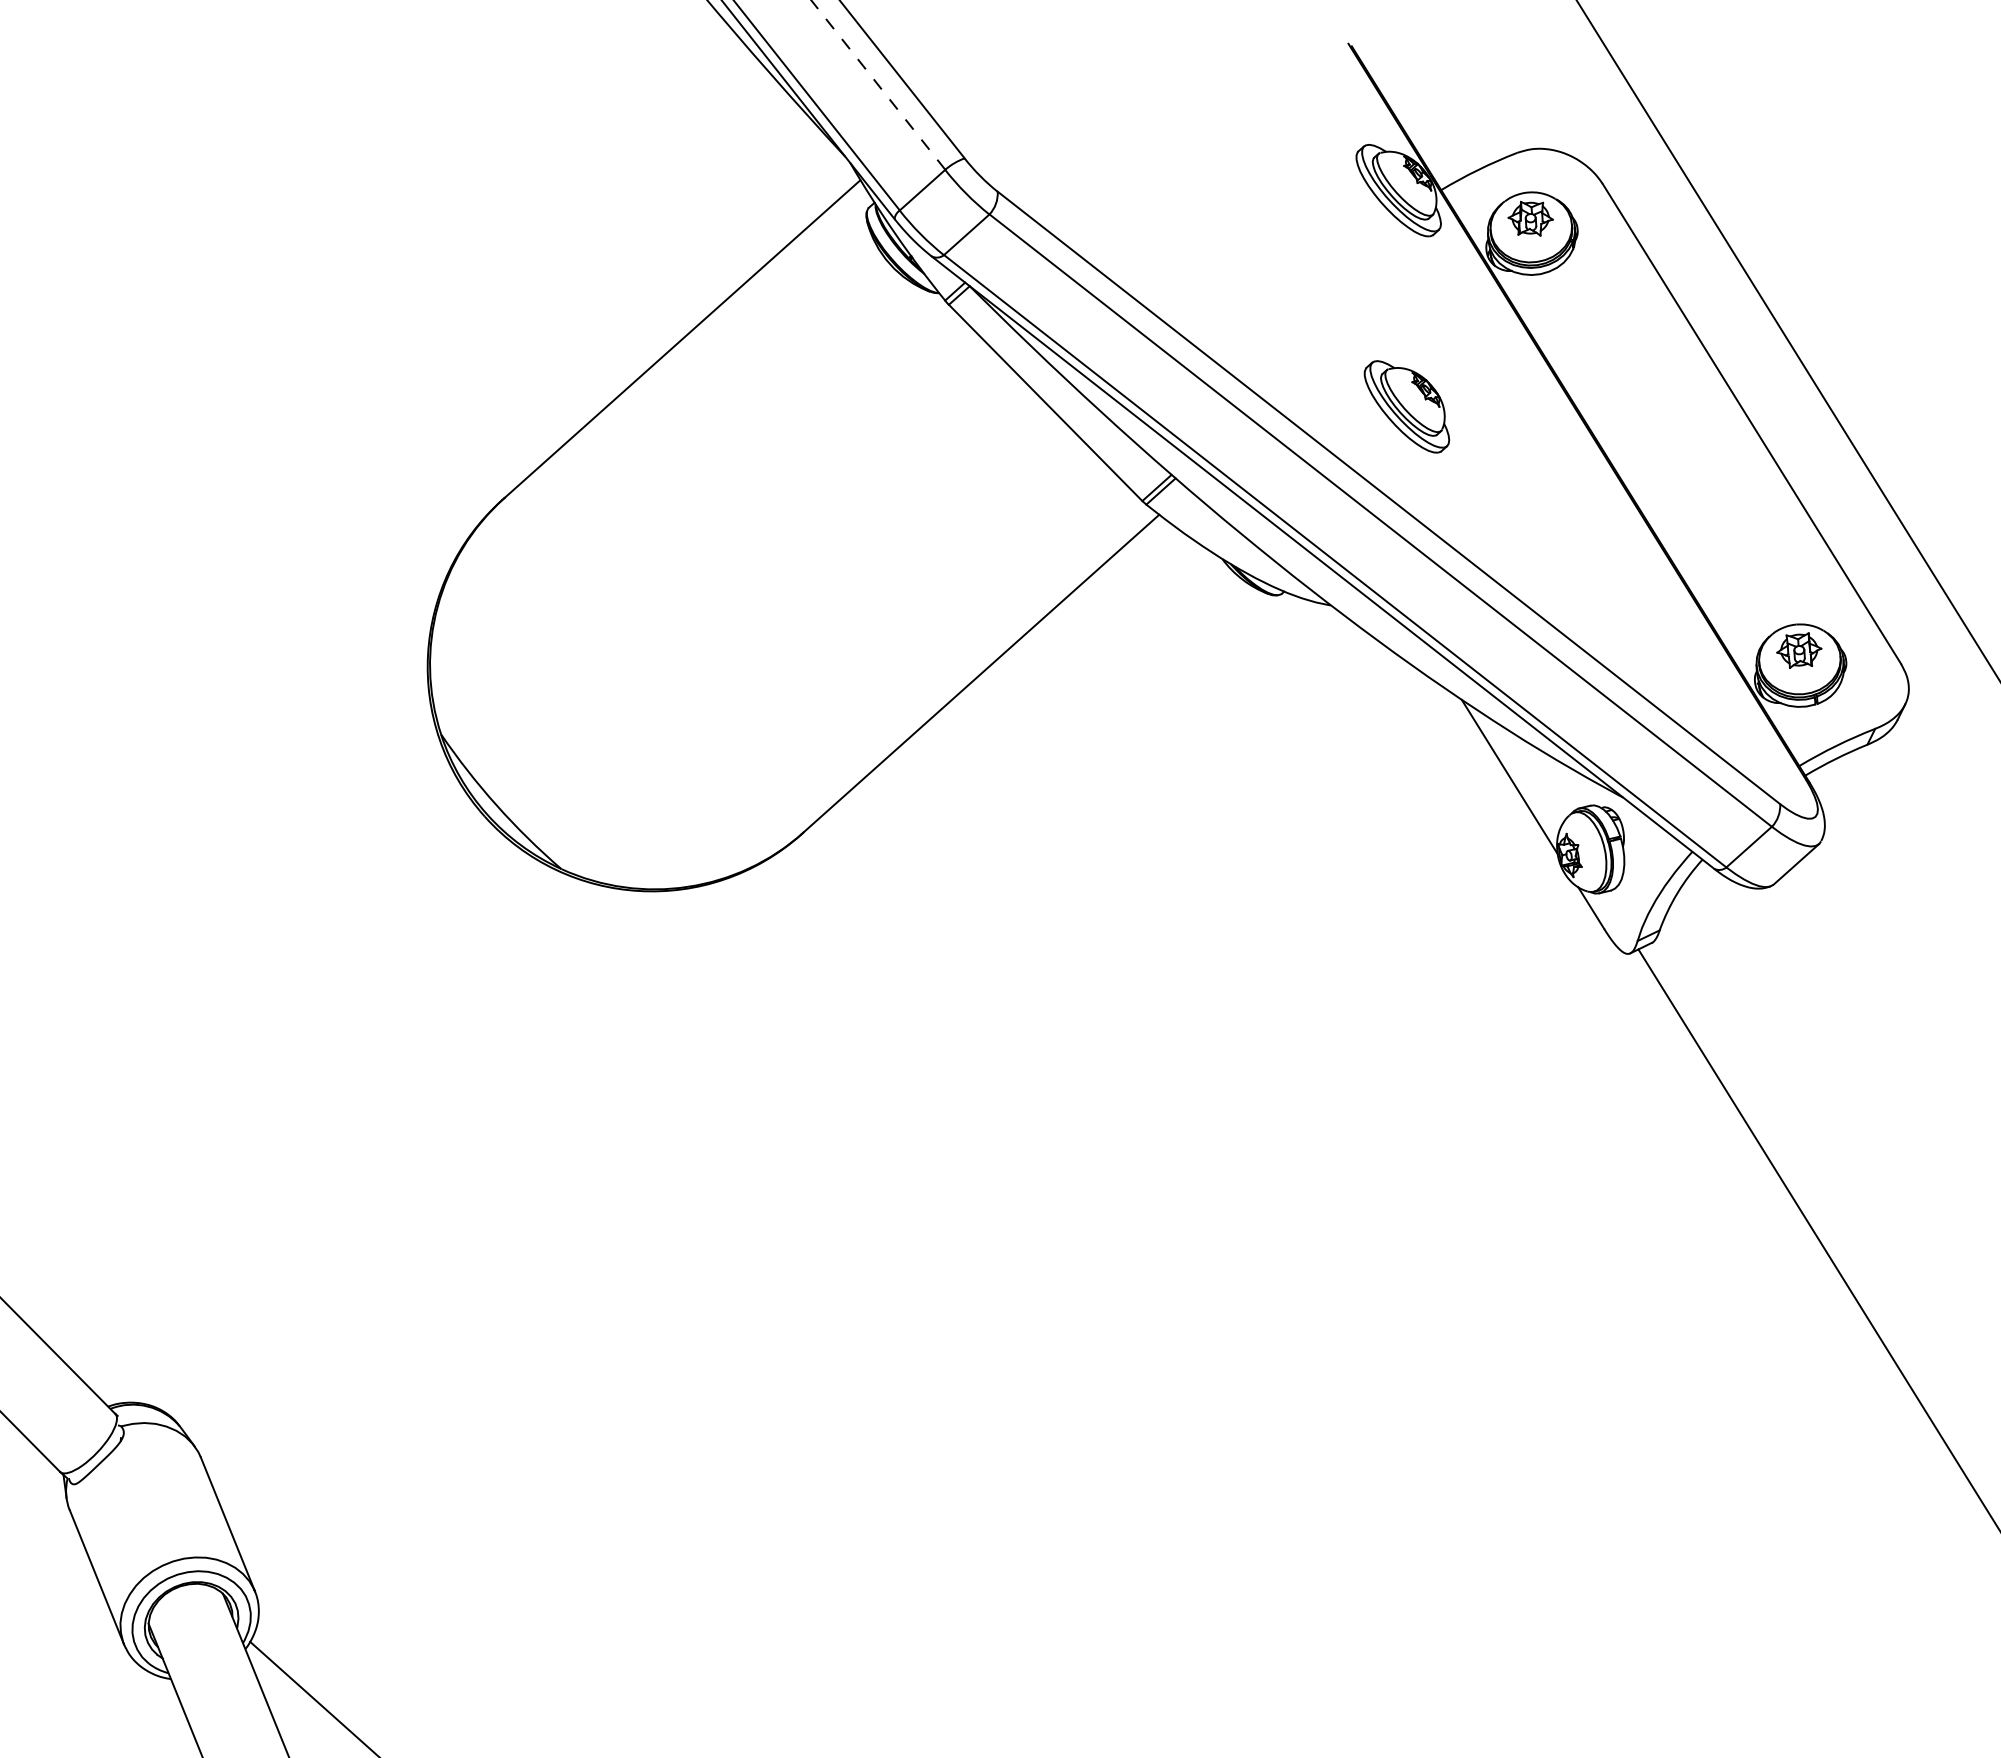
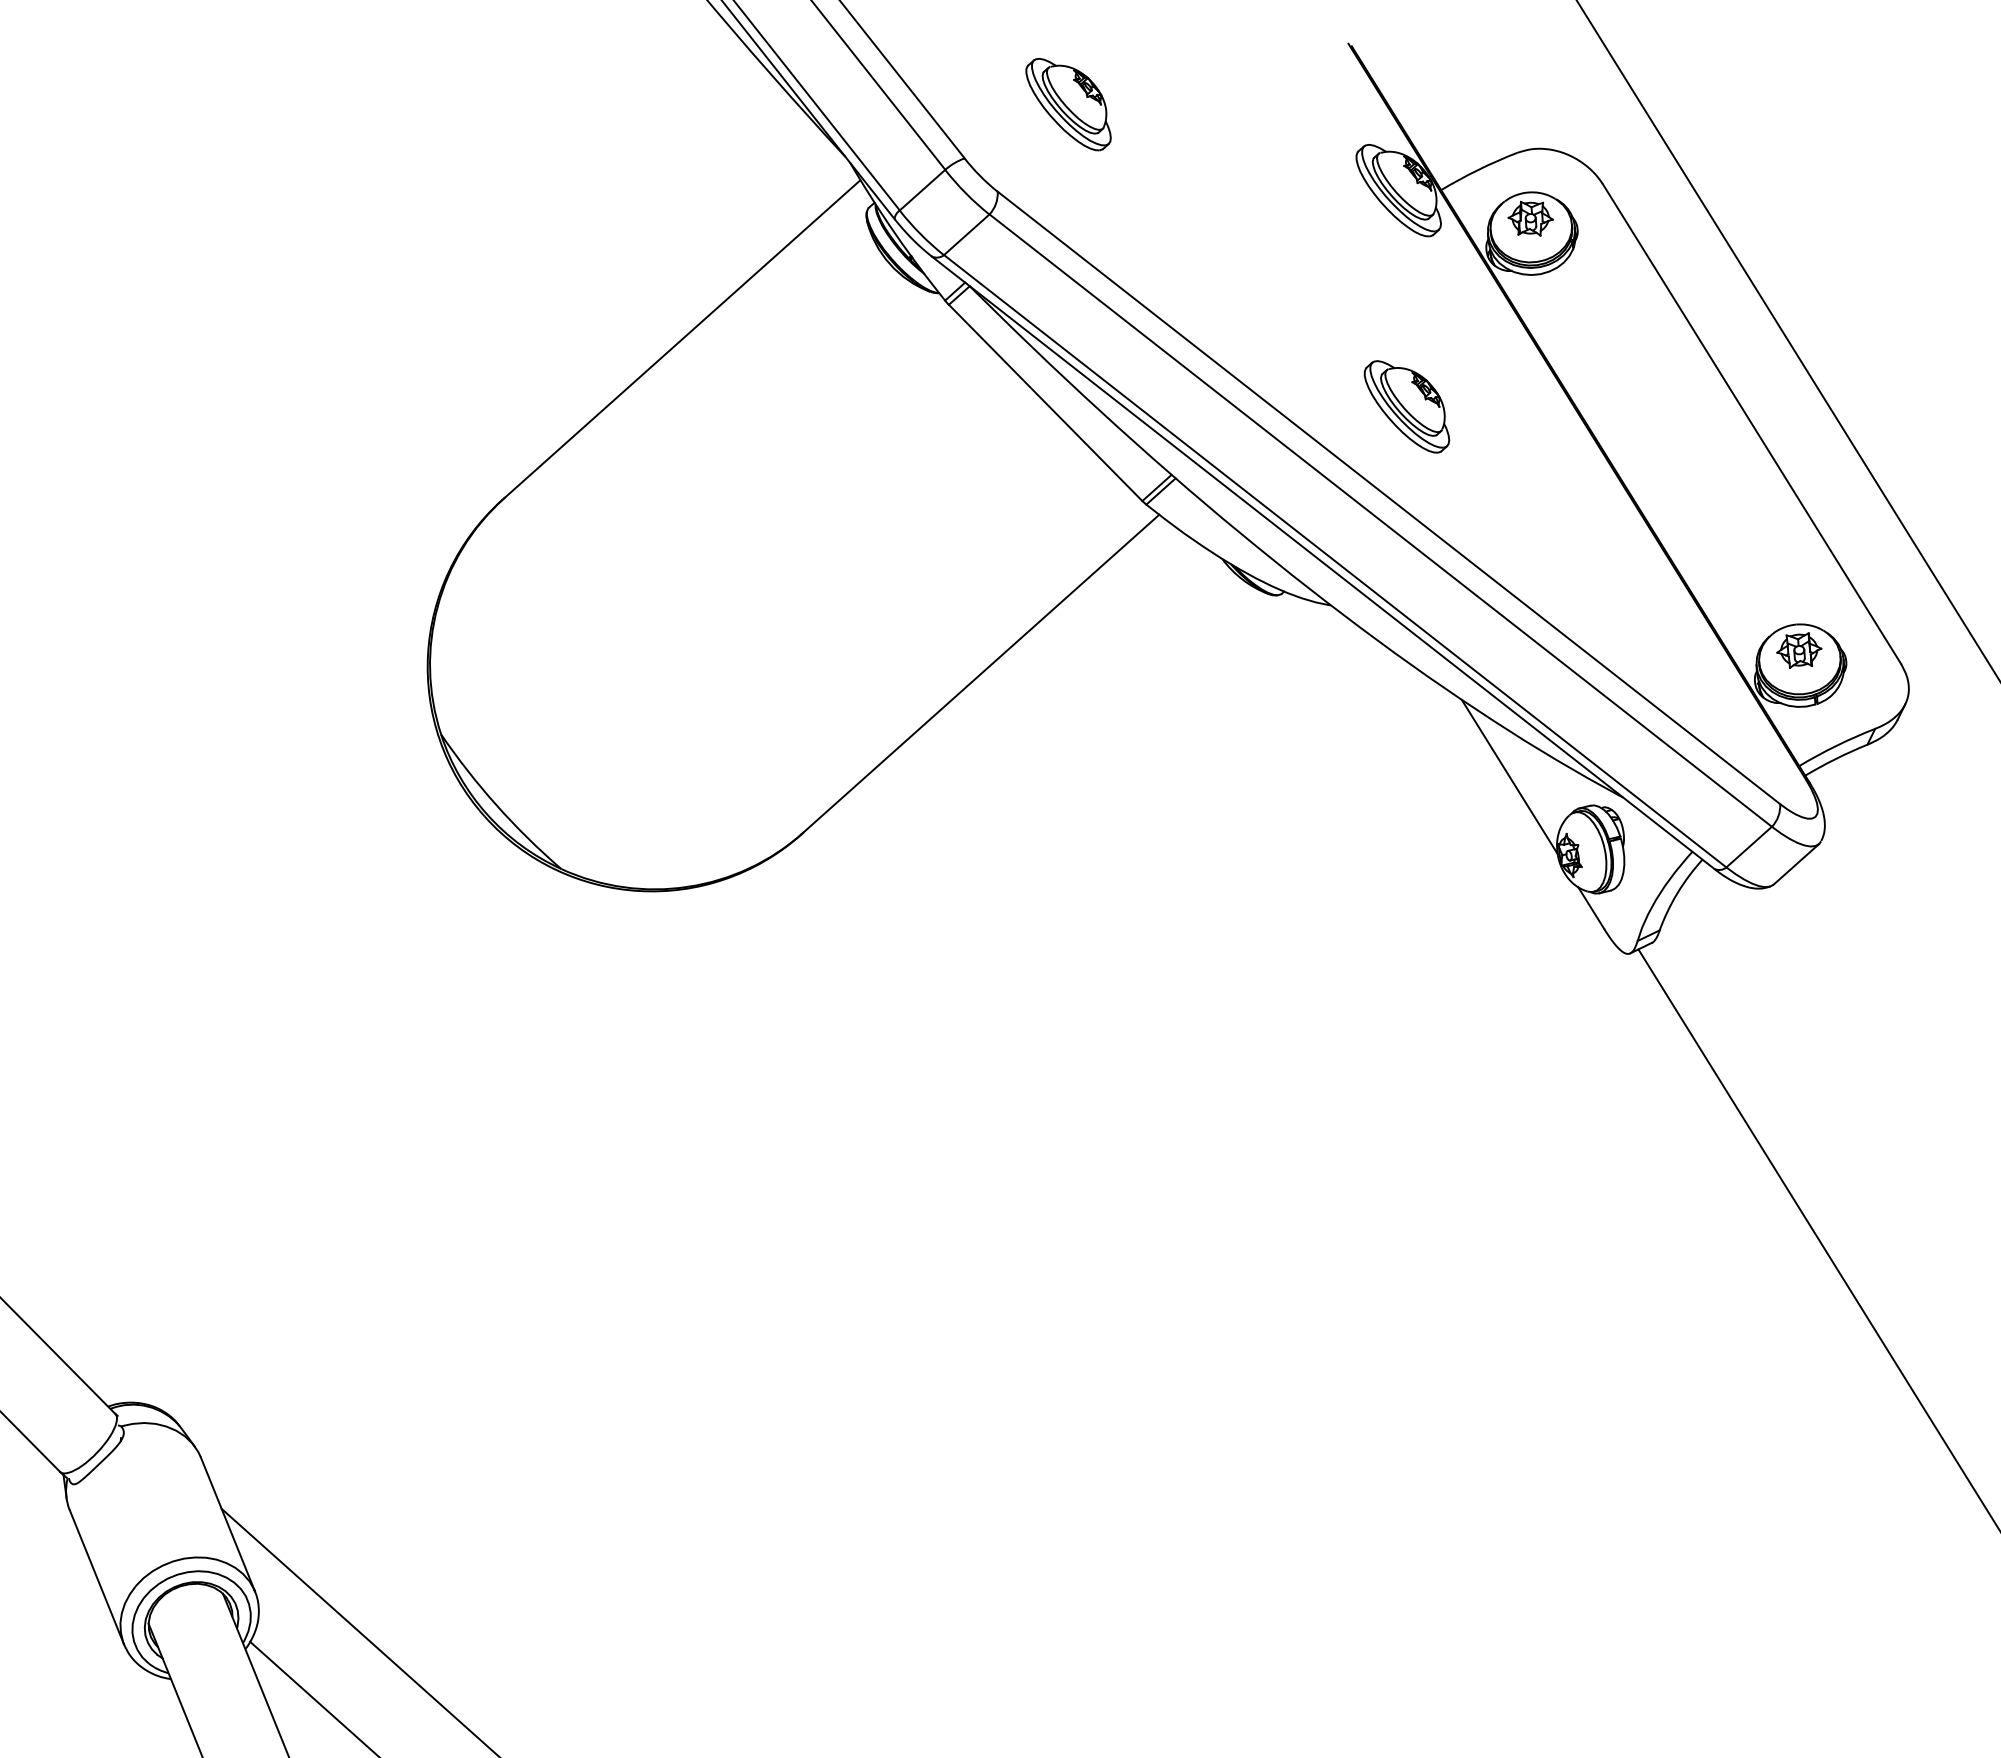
line at (878, 85): dashed -> solid
part at (1068, 104): none -> present
line at (358, 1631): none -> present
